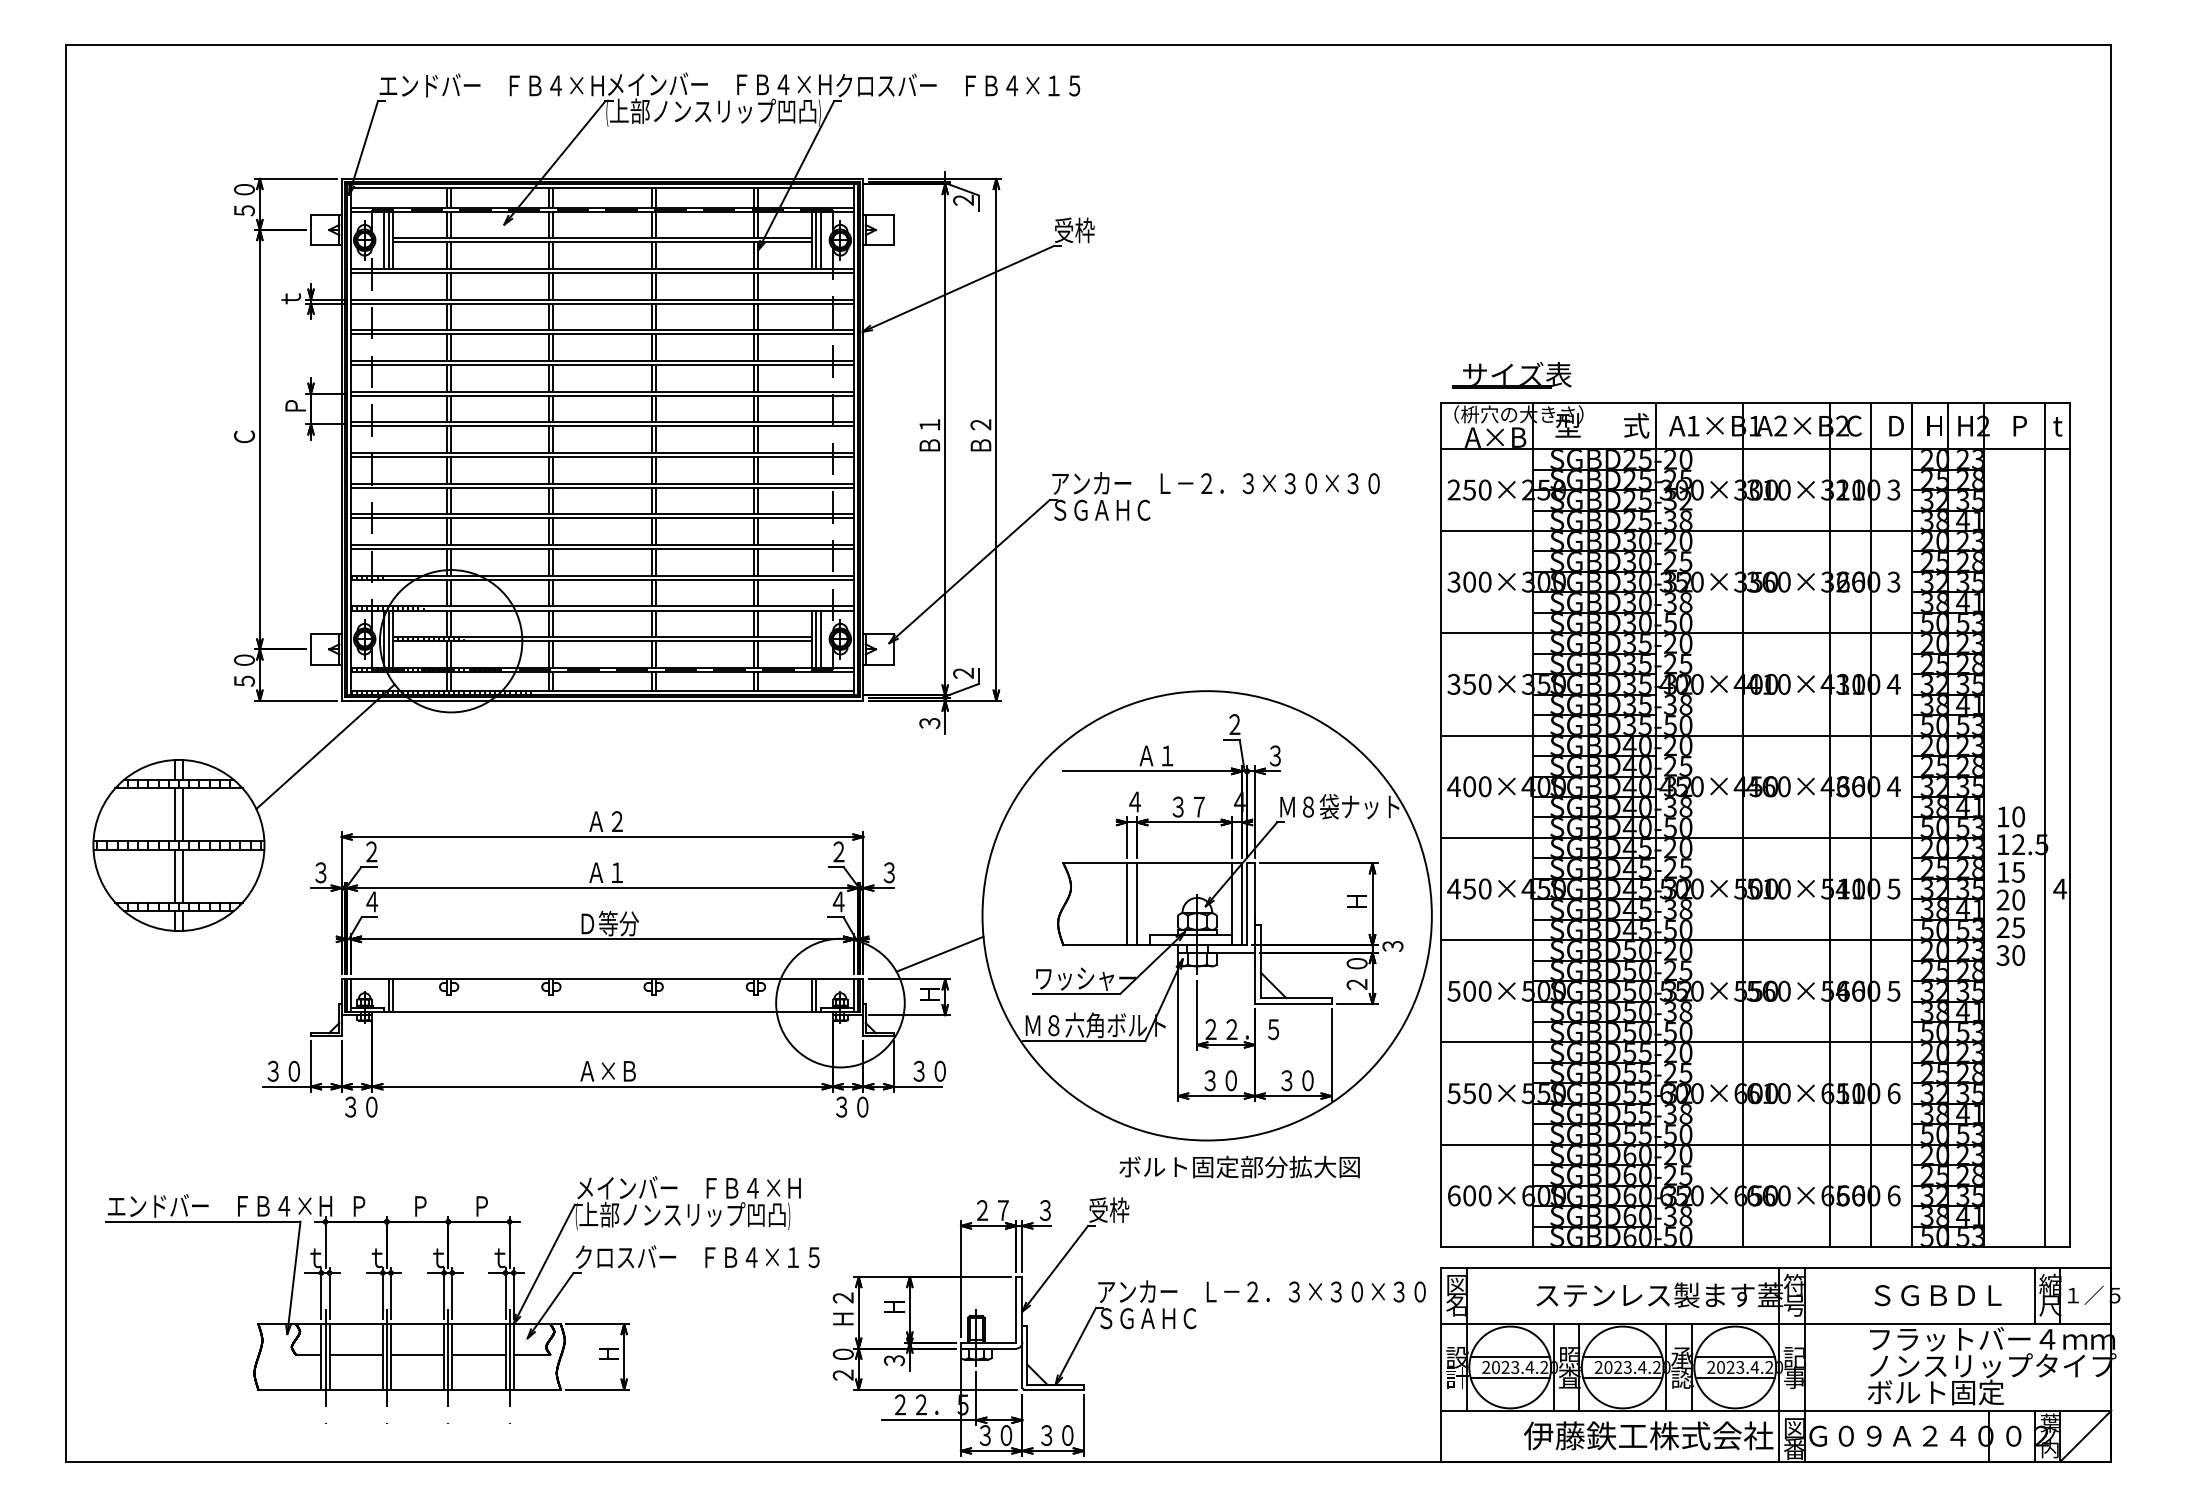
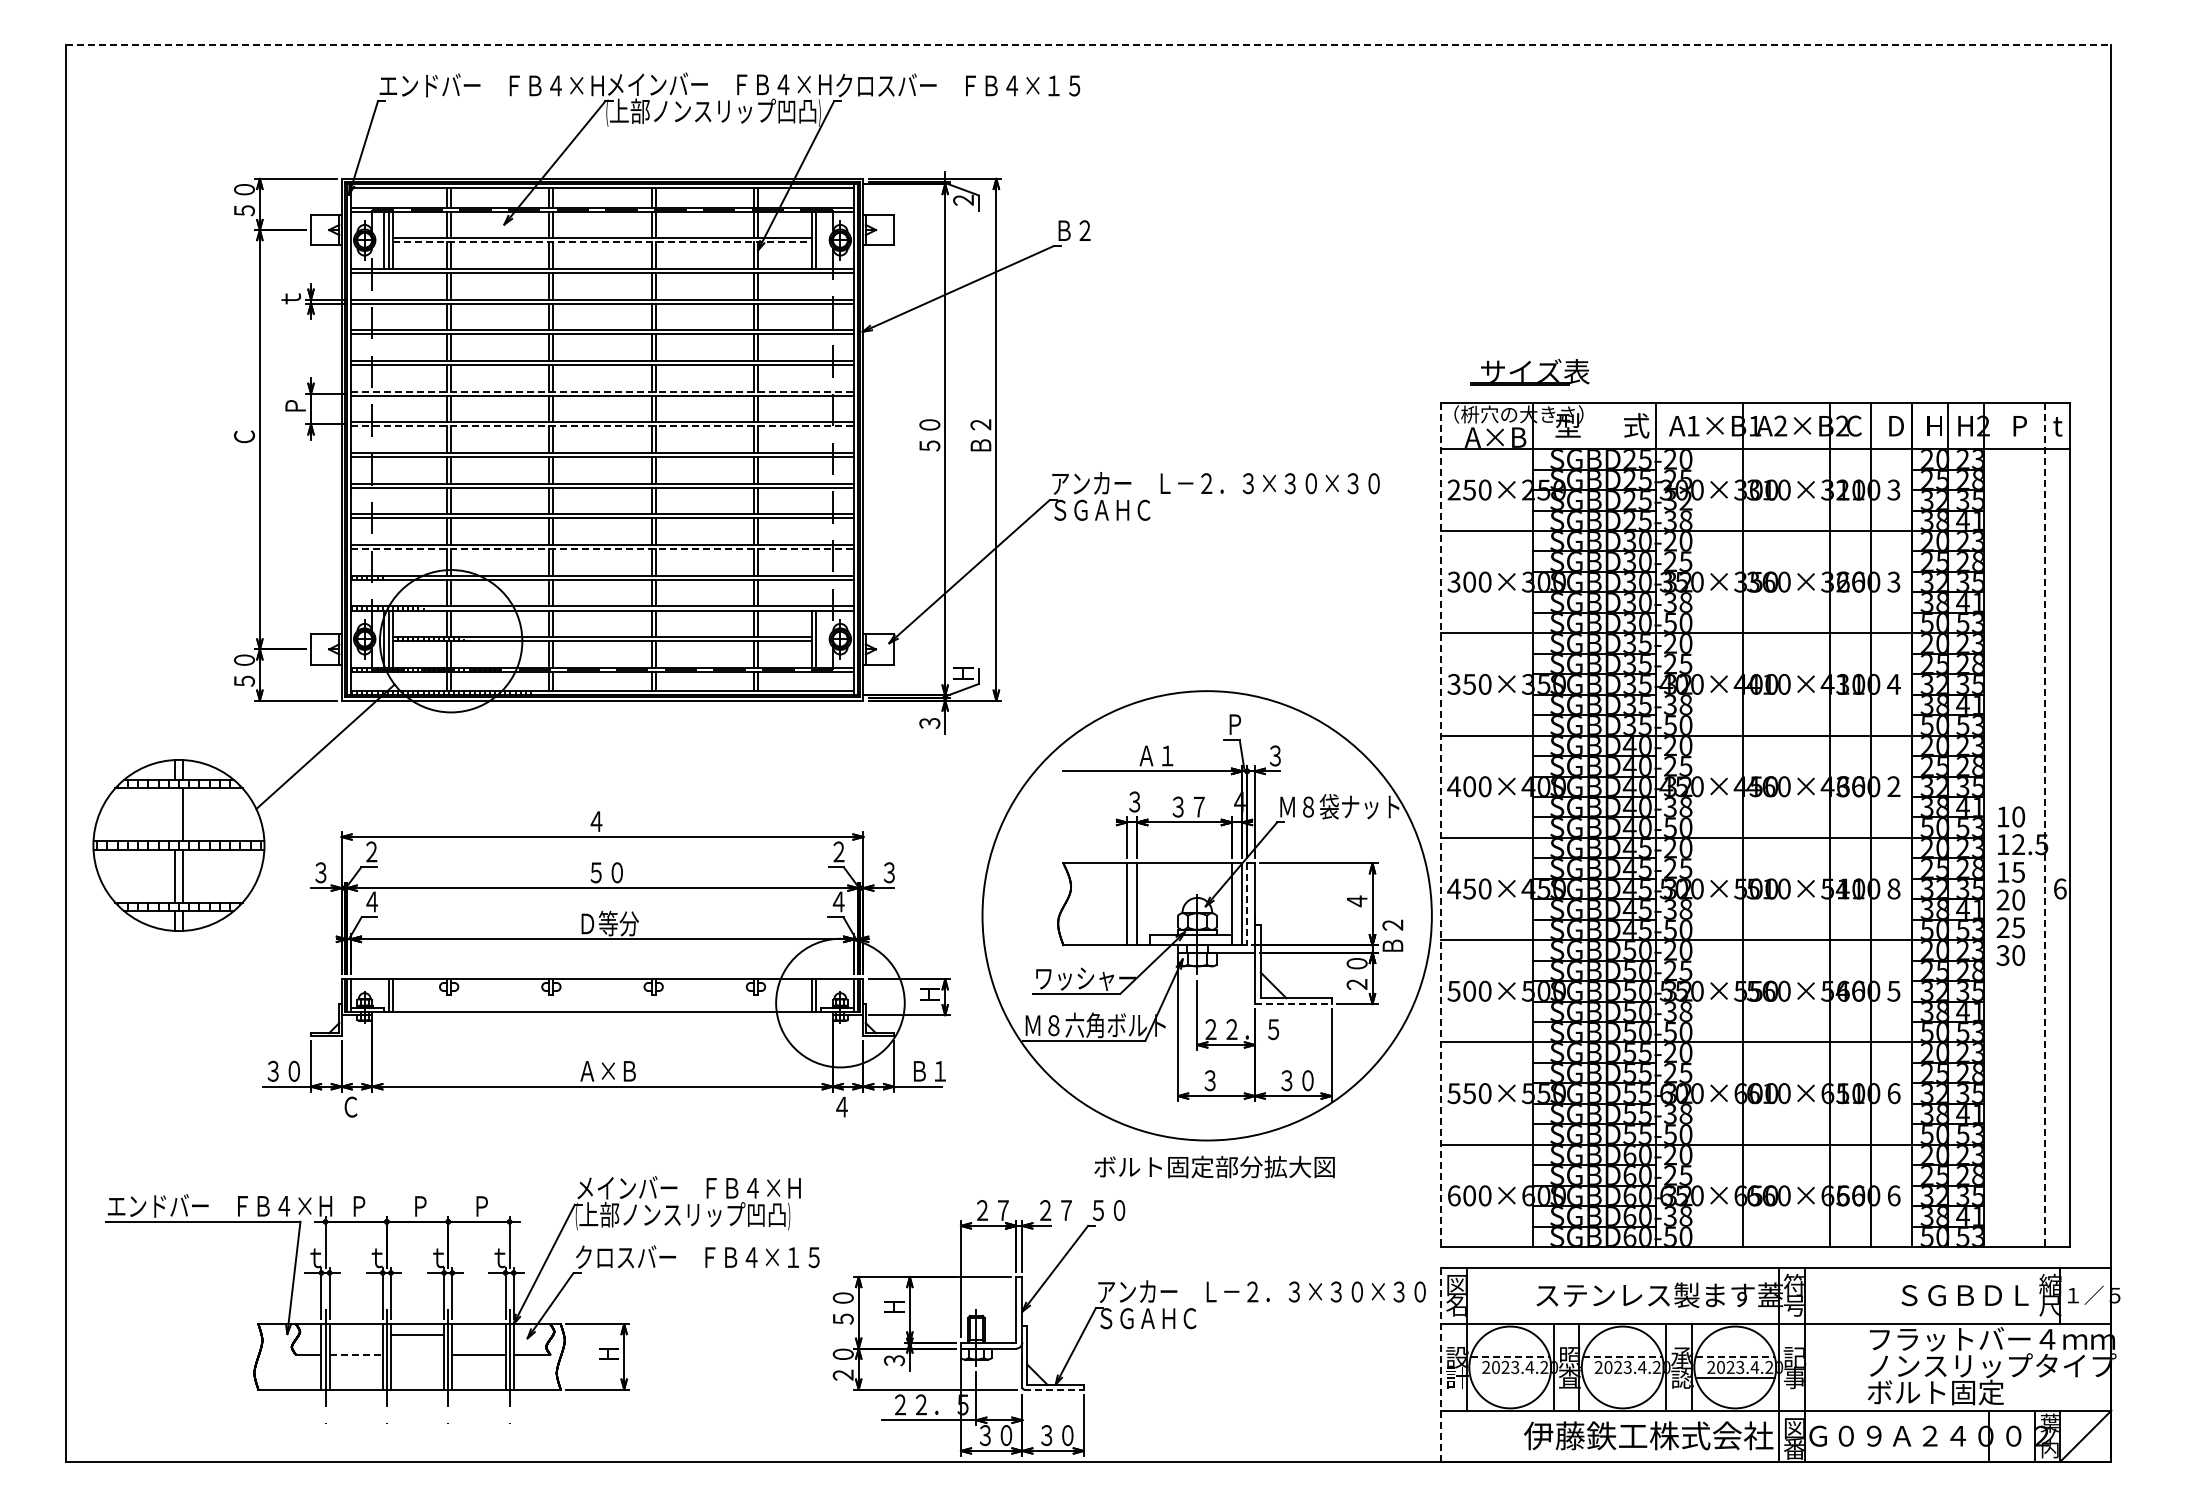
line at (1088, 45): solid -> dashed
text at (1074, 230): 受枠 -> Ｂ２
line at (821, 239): present -> none
line at (602, 242): solid -> dashed
part at (1511, 375) position: (1511, 375) -> (1529, 372)
line at (602, 391): solid -> dashed
line at (602, 426): solid -> dashed
text at (929, 435): Ｂ１ -> ５０
line at (602, 549): solid -> dashed
line at (821, 638): present -> none
text at (963, 673): ２ -> Ｈ
text at (1234, 724): ２ -> Ｐ
text at (1893, 786): 4 -> 2
text at (1134, 801): ４ -> ３
line at (174, 814): present -> none
text at (605, 821): Ａ２ -> ４
line at (1441, 825): solid -> dashed
line at (2044, 825): solid -> dashed
text at (605, 872): Ａ１ -> ５０
text at (1893, 888): 5 -> 8
text at (2060, 888): 4 -> 6
text at (1356, 901): Ｈ -> ４
line at (1247, 904): solid -> dashed
text at (1392, 935): ３ -> Ｂ２
line at (939, 953): present -> none
line at (1293, 1004): solid -> dashed
text at (929, 1070): ３０ -> Ｂ１
text at (1230, 1080): ３０ -> ３
text at (360, 1106): ３０ -> Ｃ
text at (852, 1106): ３０ -> ４
text at (1239, 1166) position: (1239, 1166) -> (1214, 1166)
text at (1109, 1209): 受枠 -> ５０
text at (1055, 1210): ３ -> ２７
text at (1937, 1295) position: (1937, 1295) -> (1964, 1295)
line at (2034, 1295): present -> none
text at (843, 1308): Ｈ２ -> ５０
line at (356, 1354): solid -> dashed
line at (417, 1354) position: (417, 1354) -> (417, 1334)
line at (1510, 1357): solid -> dashed
line at (1622, 1357): solid -> dashed
line at (1735, 1357): solid -> dashed
line at (1441, 1365): solid -> dashed
line at (1509, 1377): present -> none
line at (1622, 1377): present -> none
line at (1054, 1389): solid -> dashed
